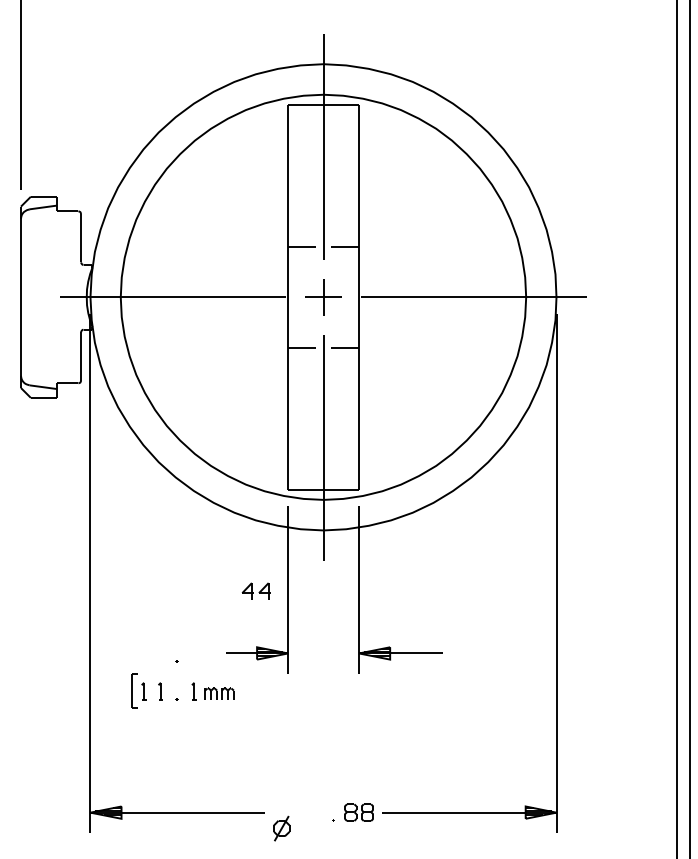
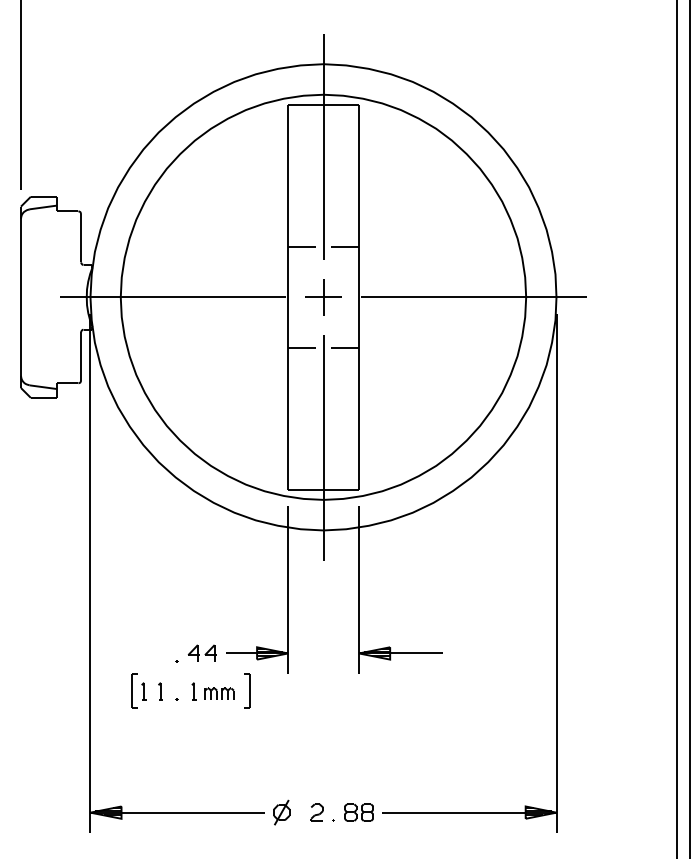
part at (255, 590) position: (255, 590) -> (201, 652)
part at (247, 690): none -> present
part at (316, 812): none -> present
part at (281, 828) position: (281, 828) -> (281, 812)
